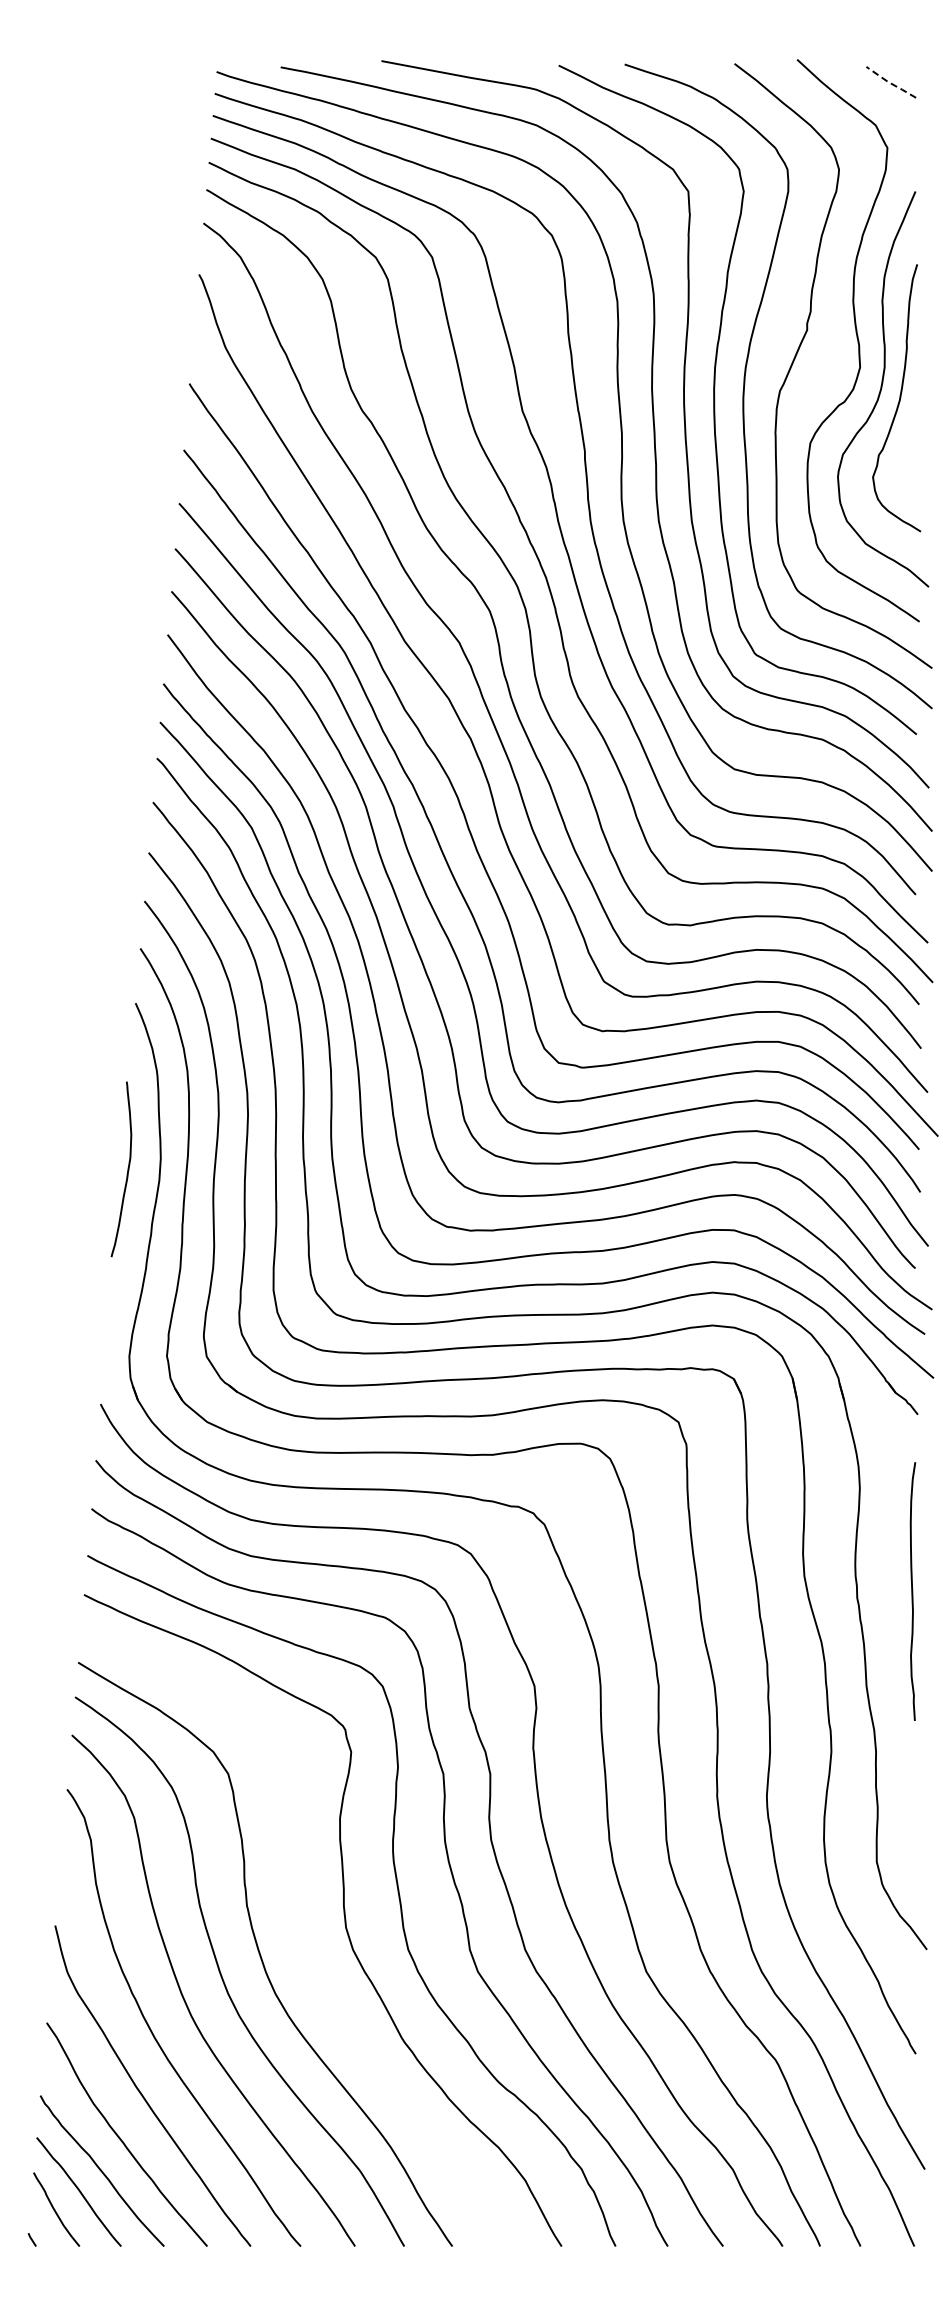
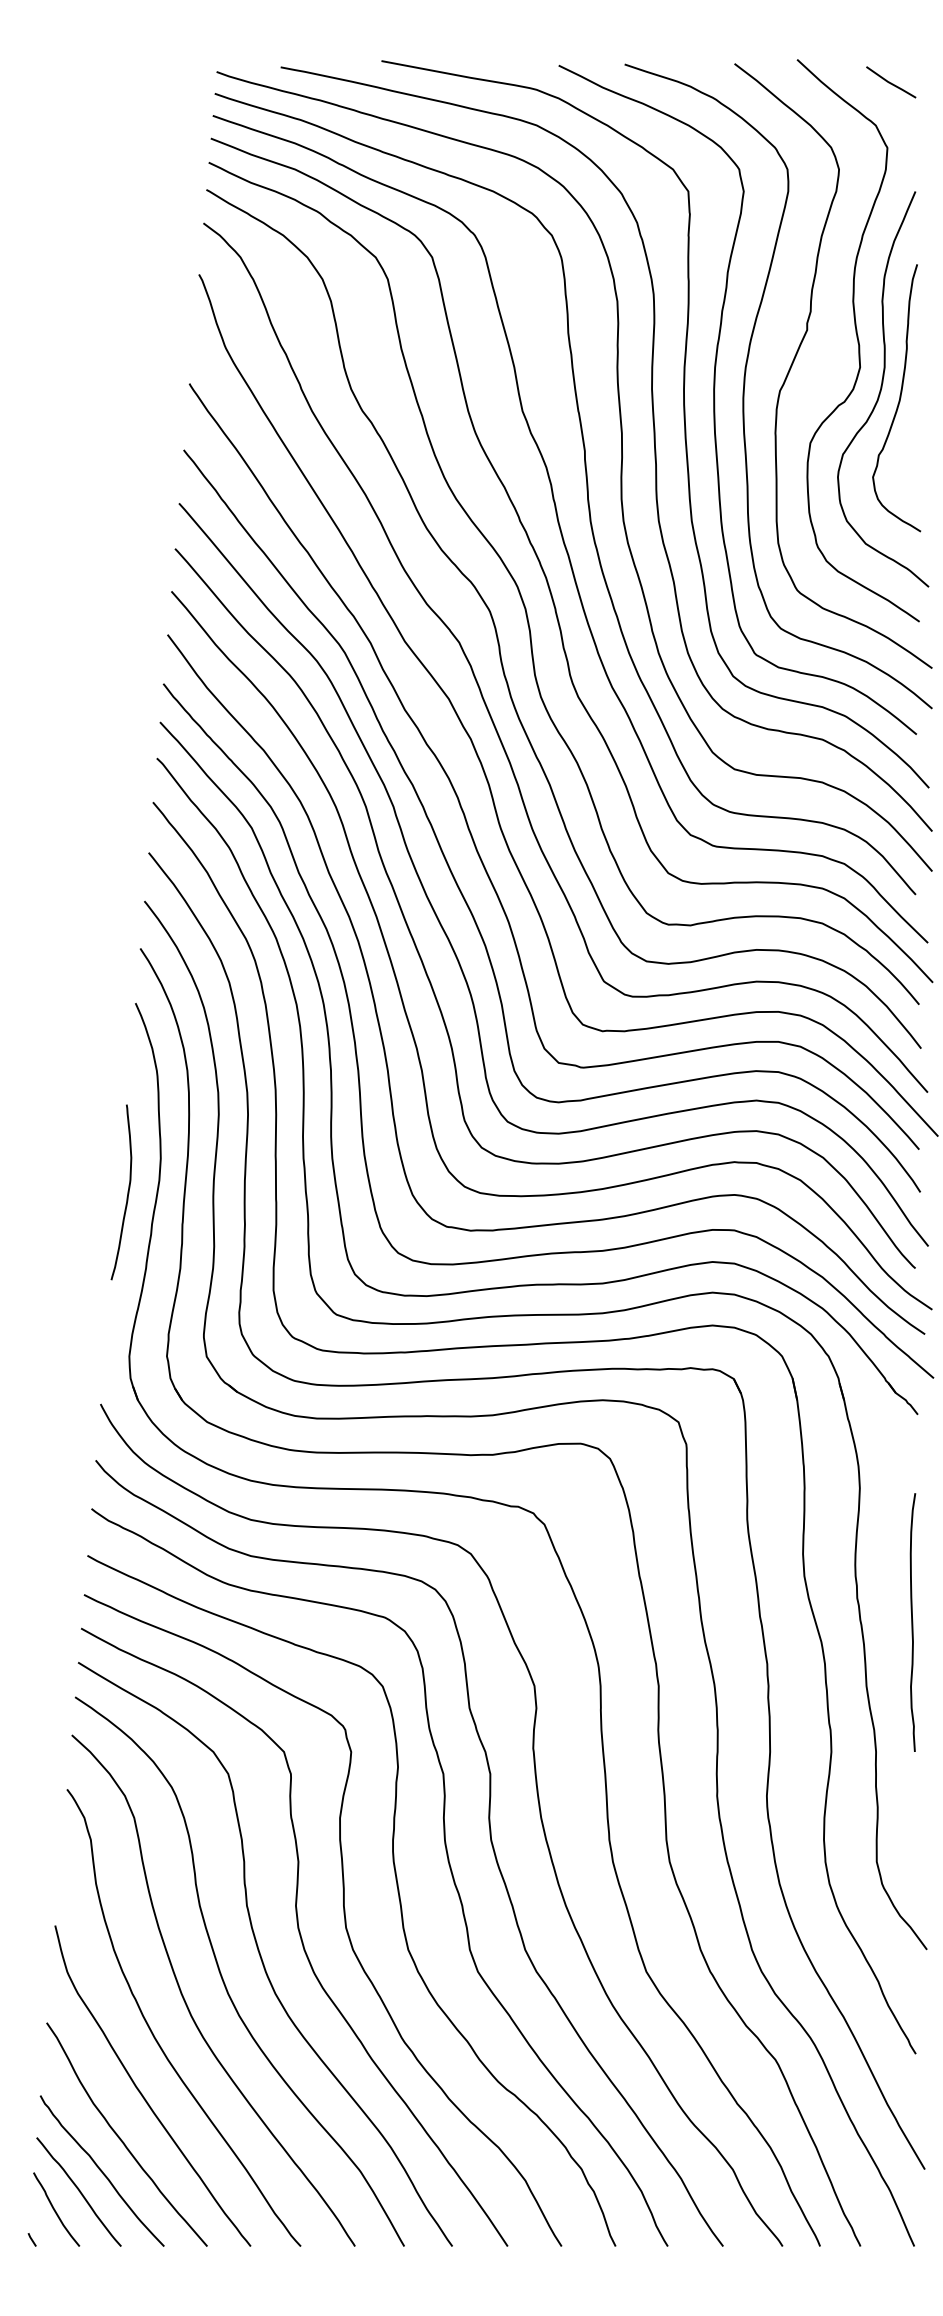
line at (890, 83): dashed -> solid
curve at (127, 1169) position: (127, 1169) -> (127, 1192)
curve at (912, 1591) position: (912, 1591) -> (912, 1622)
curve at (299, 1936): none -> present
